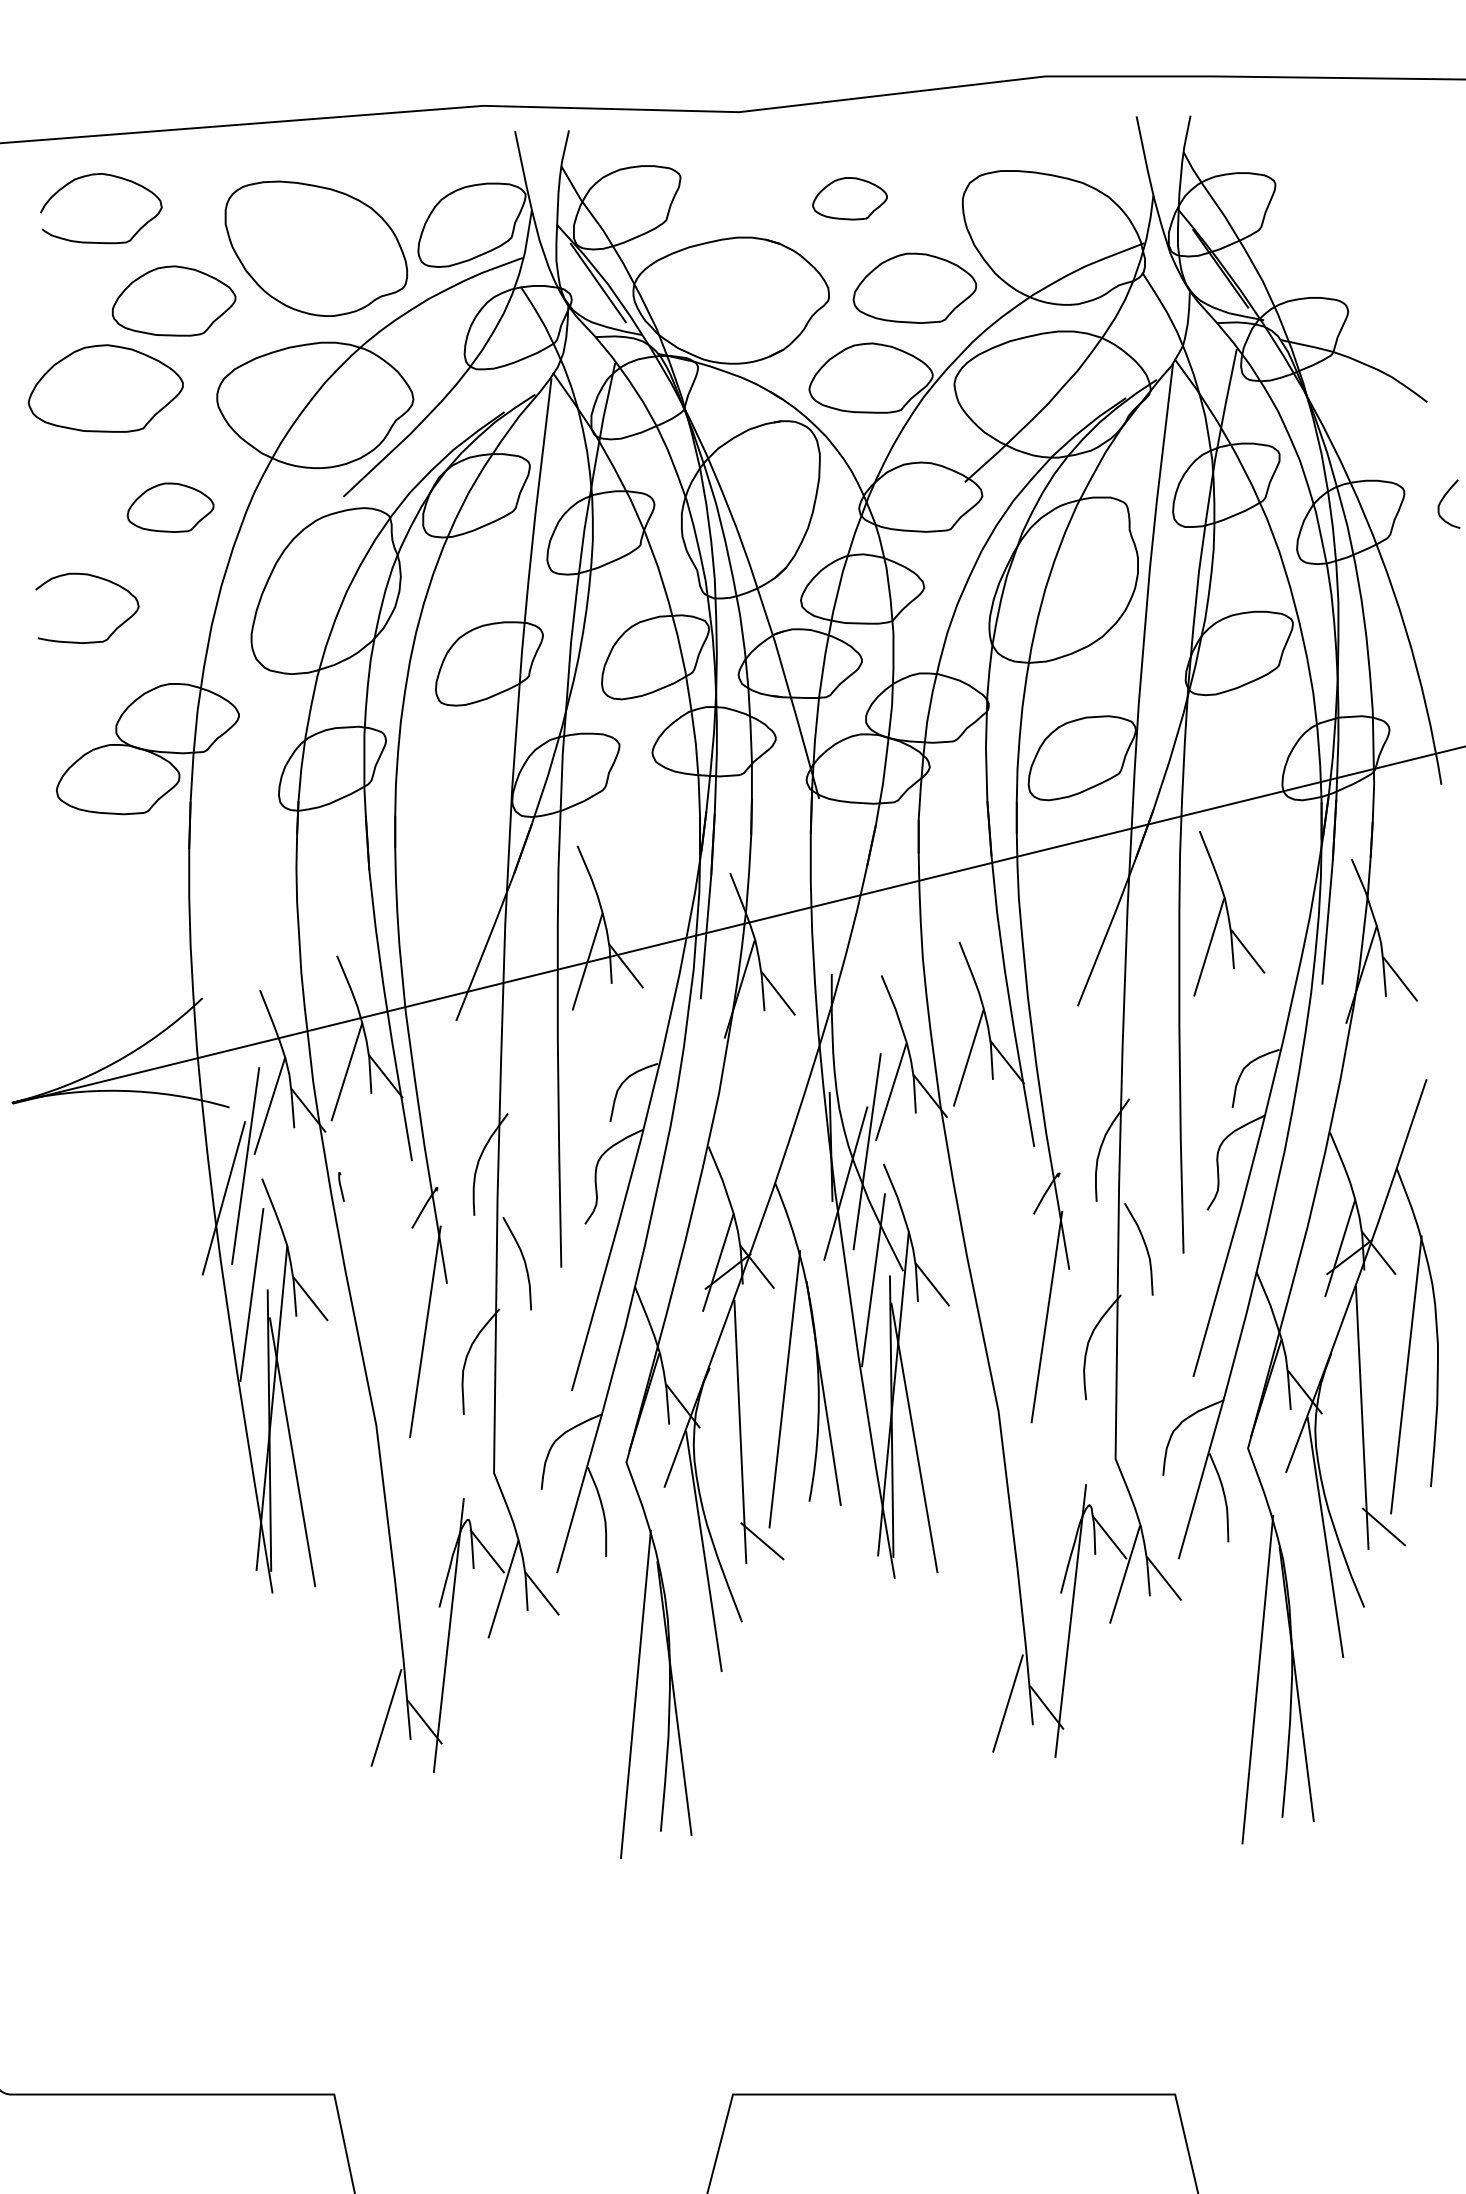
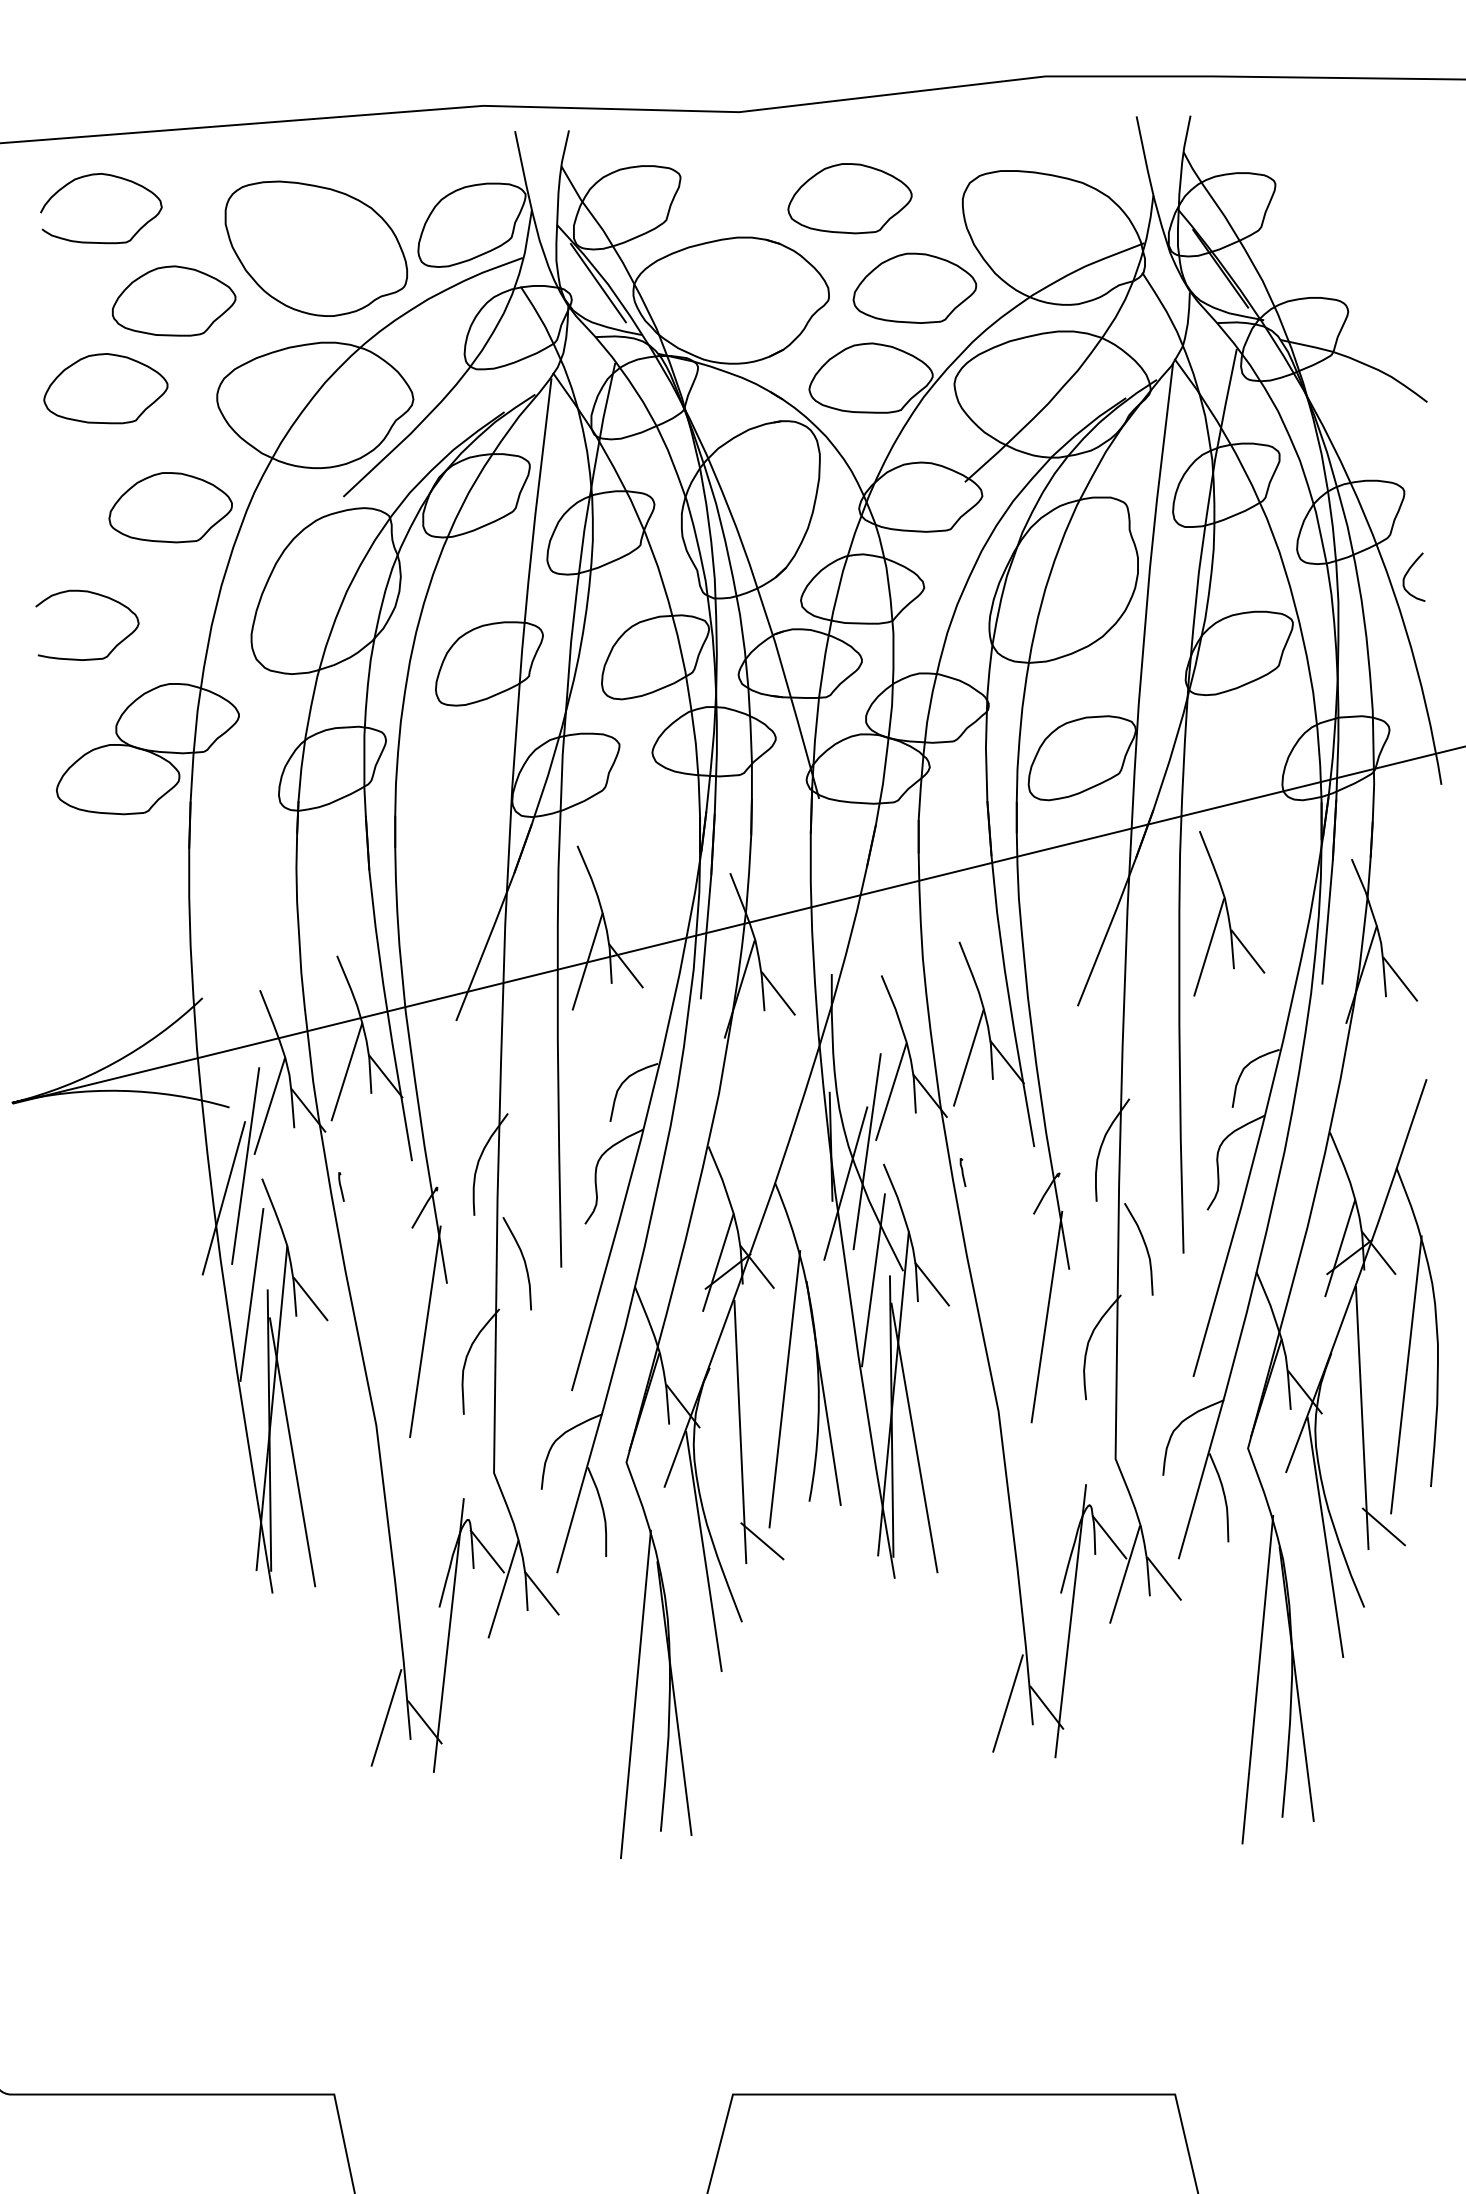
part at (849, 198) size: 76x44 px -> 126x72 px
part at (105, 388) size: 157x89 px -> 126x72 px
curve at (1442, 501) position: (1442, 501) -> (1407, 574)
part at (170, 507) size: 89x51 px -> 125x72 px
curve at (94, 577) position: (94, 577) -> (94, 594)
part at (962, 1172): none -> present
